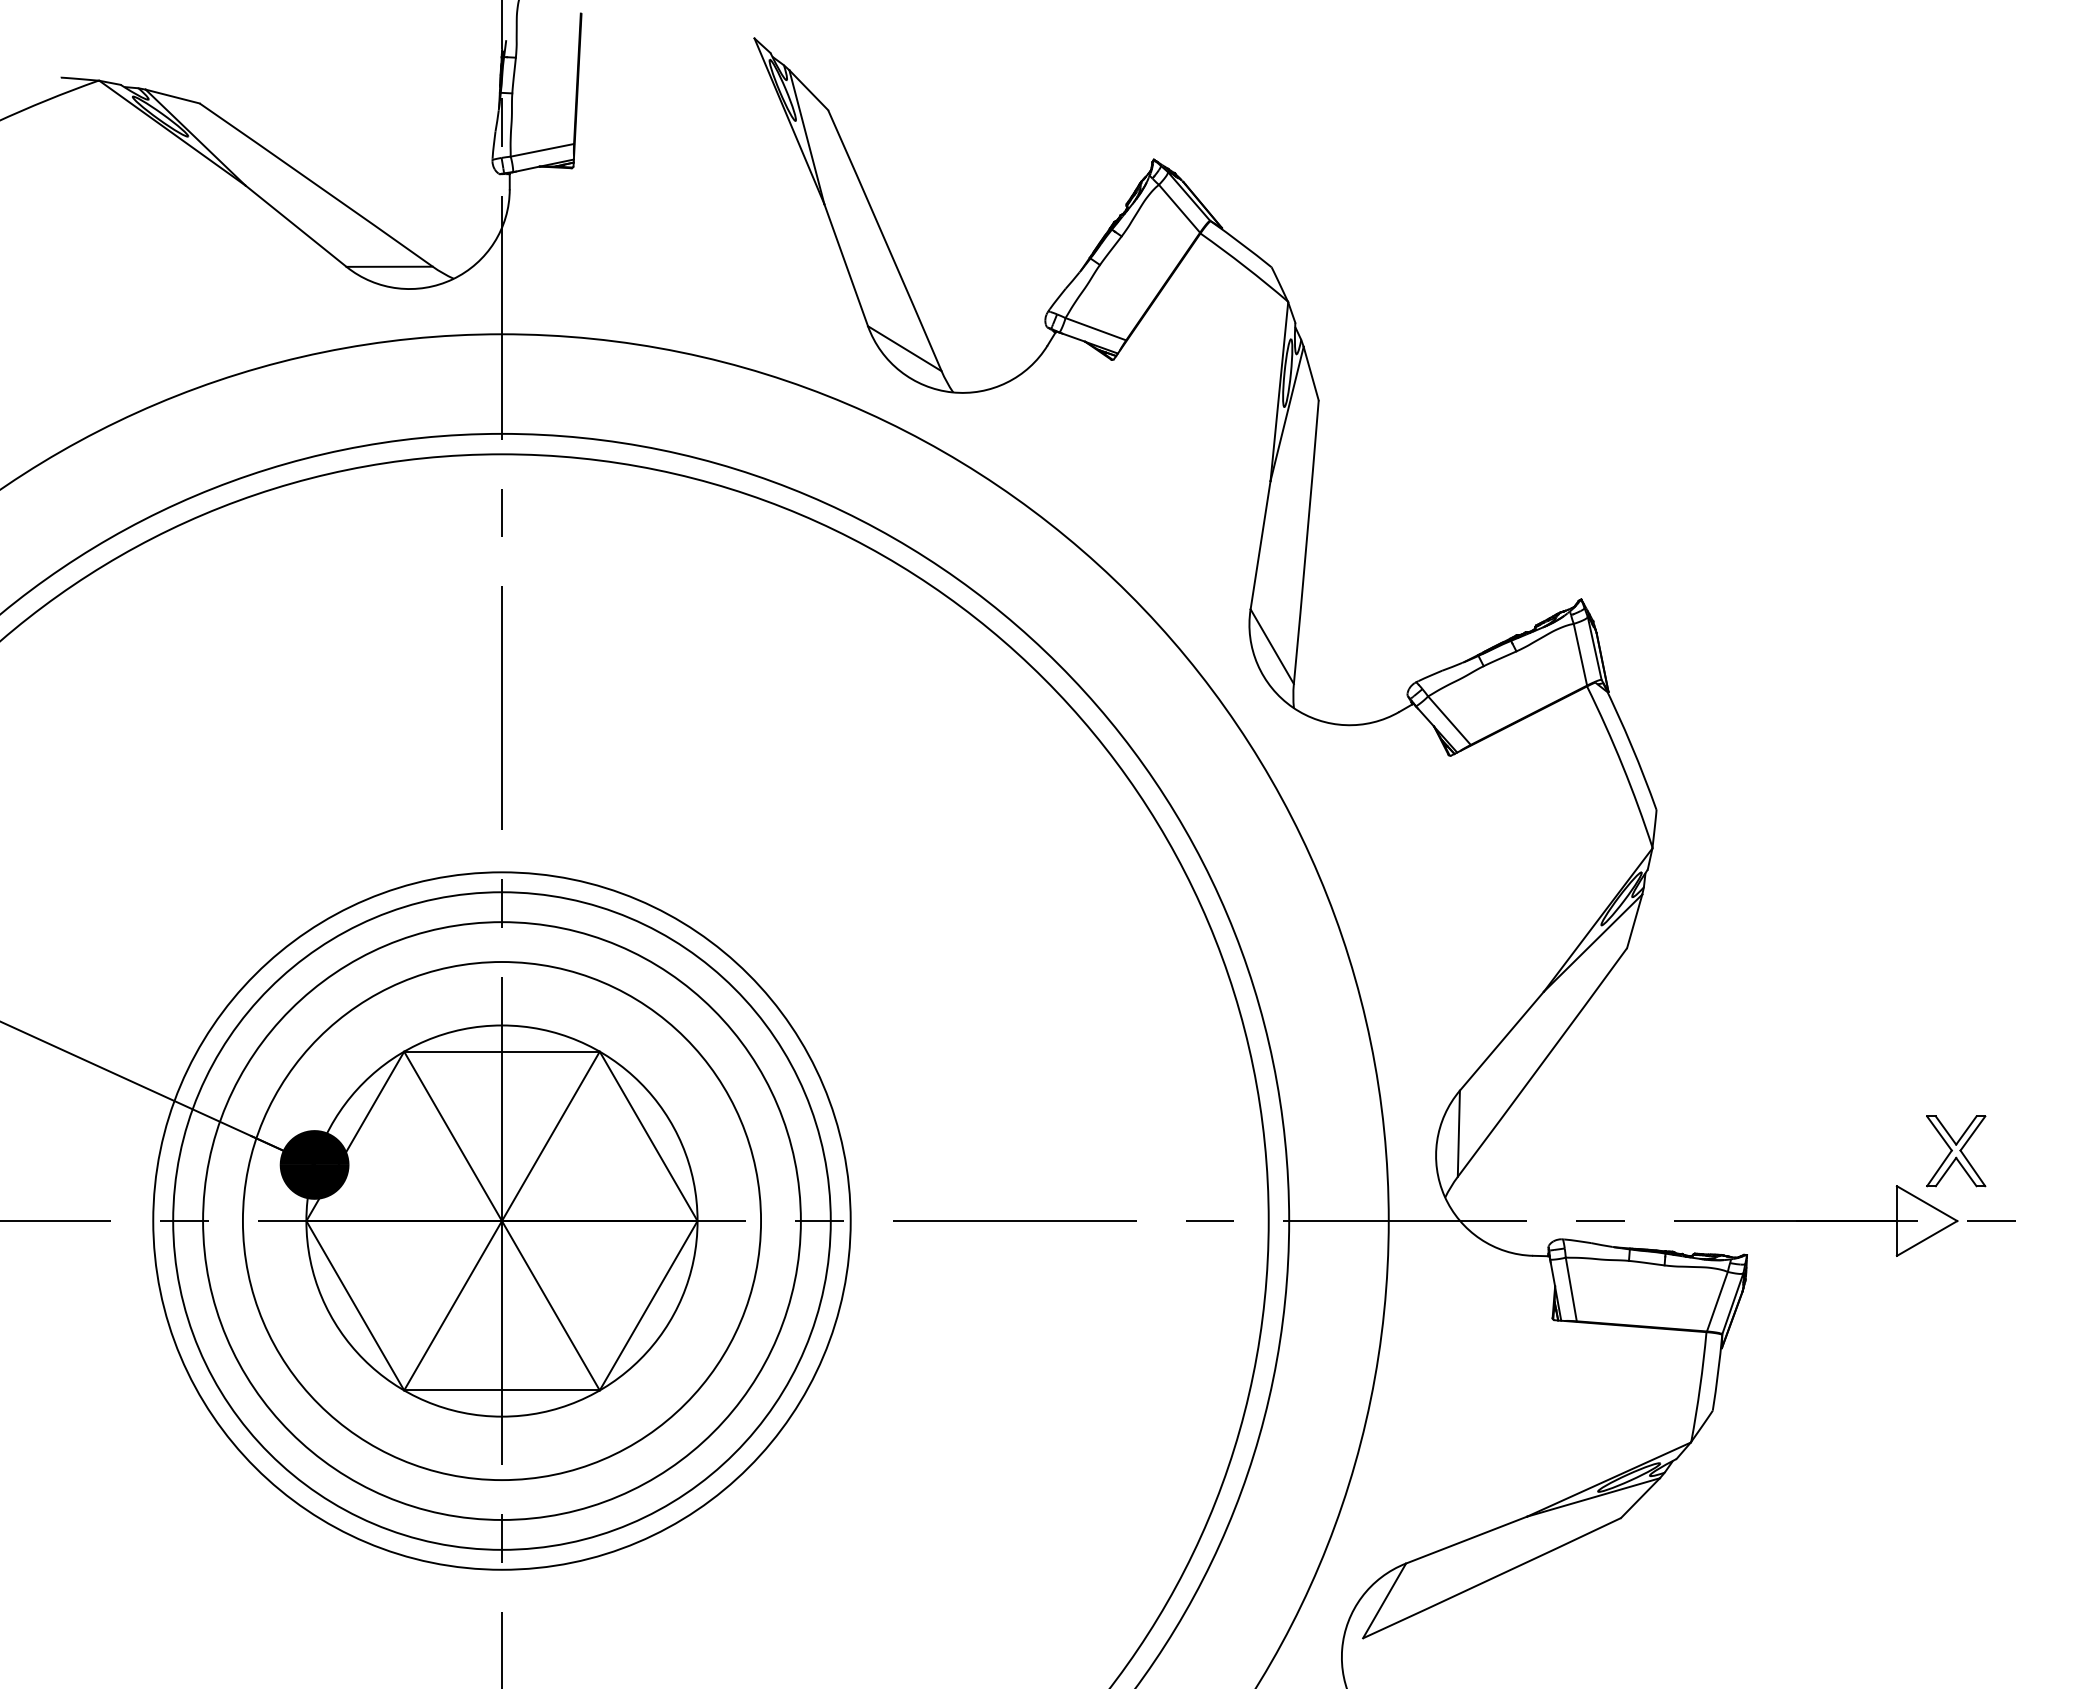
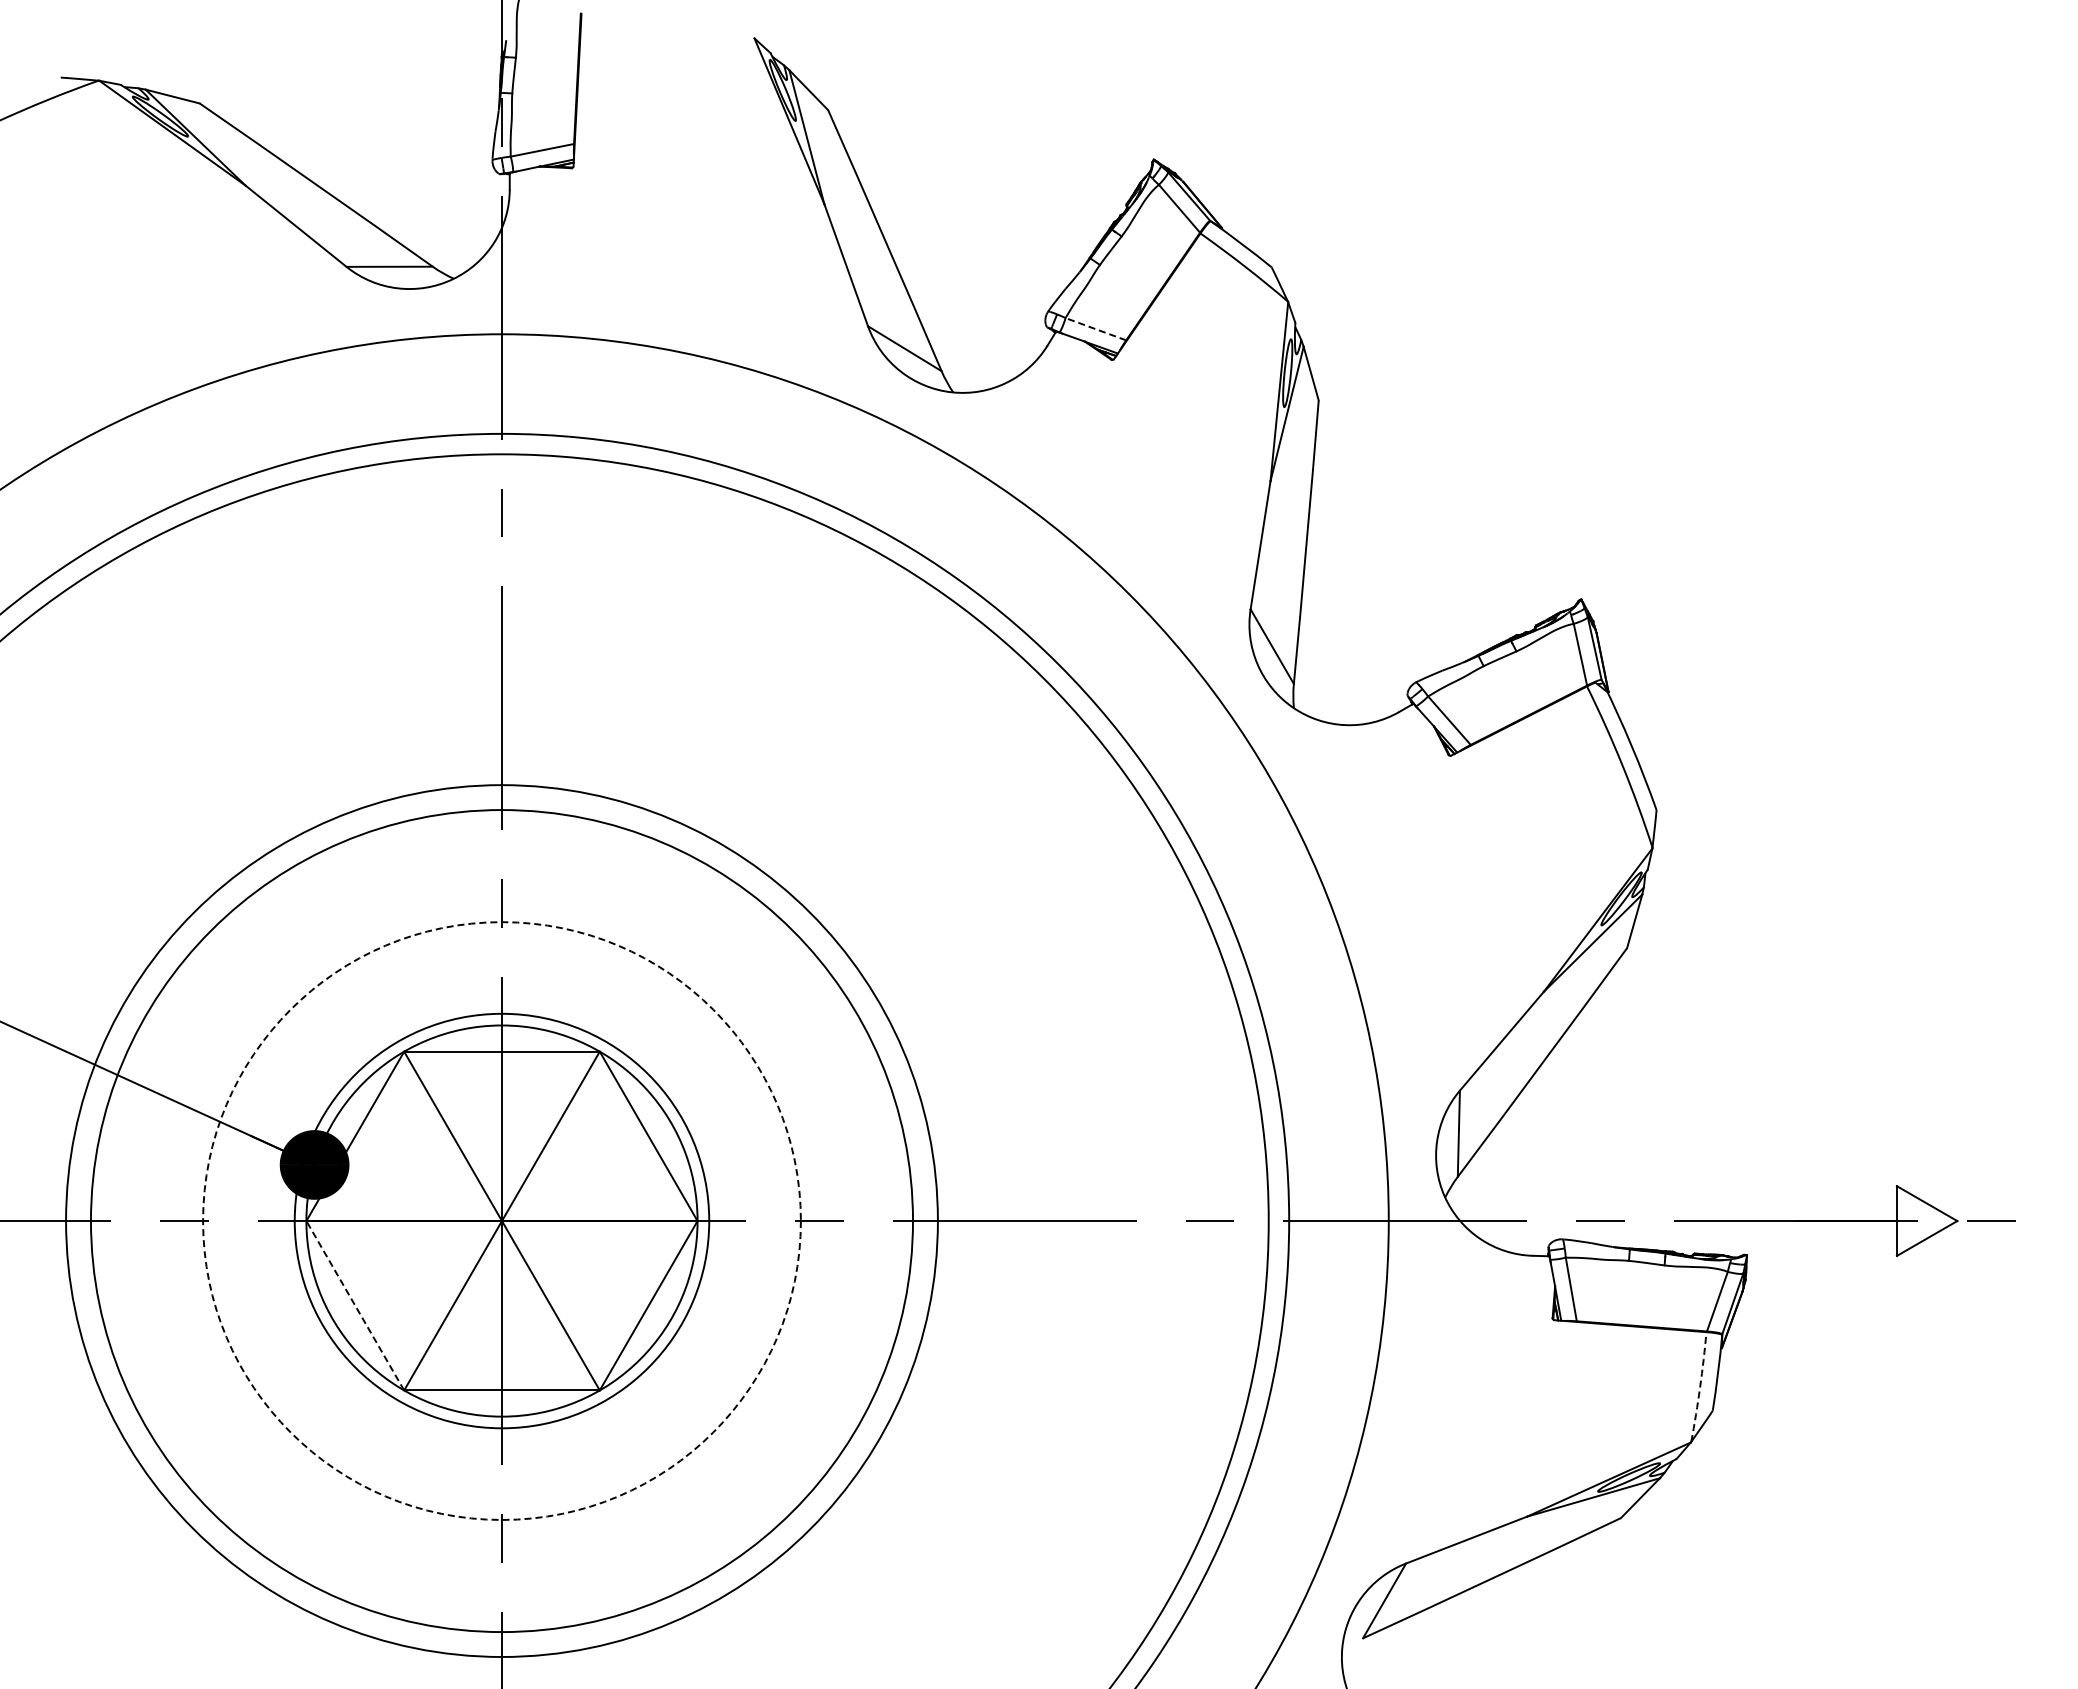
line at (1095, 329): solid -> dashed
part at (1956, 1151): present -> none
circle at (501, 1220) diameter: 658 px -> 822 px
circle at (501, 1220) diameter: 697 px -> 872 px
circle at (501, 1220): solid -> dashed
circle at (501, 1221) diameter: 518 px -> 414 px
line at (355, 1305): solid -> dashed
arc at (1700, 1387): solid -> dashed
